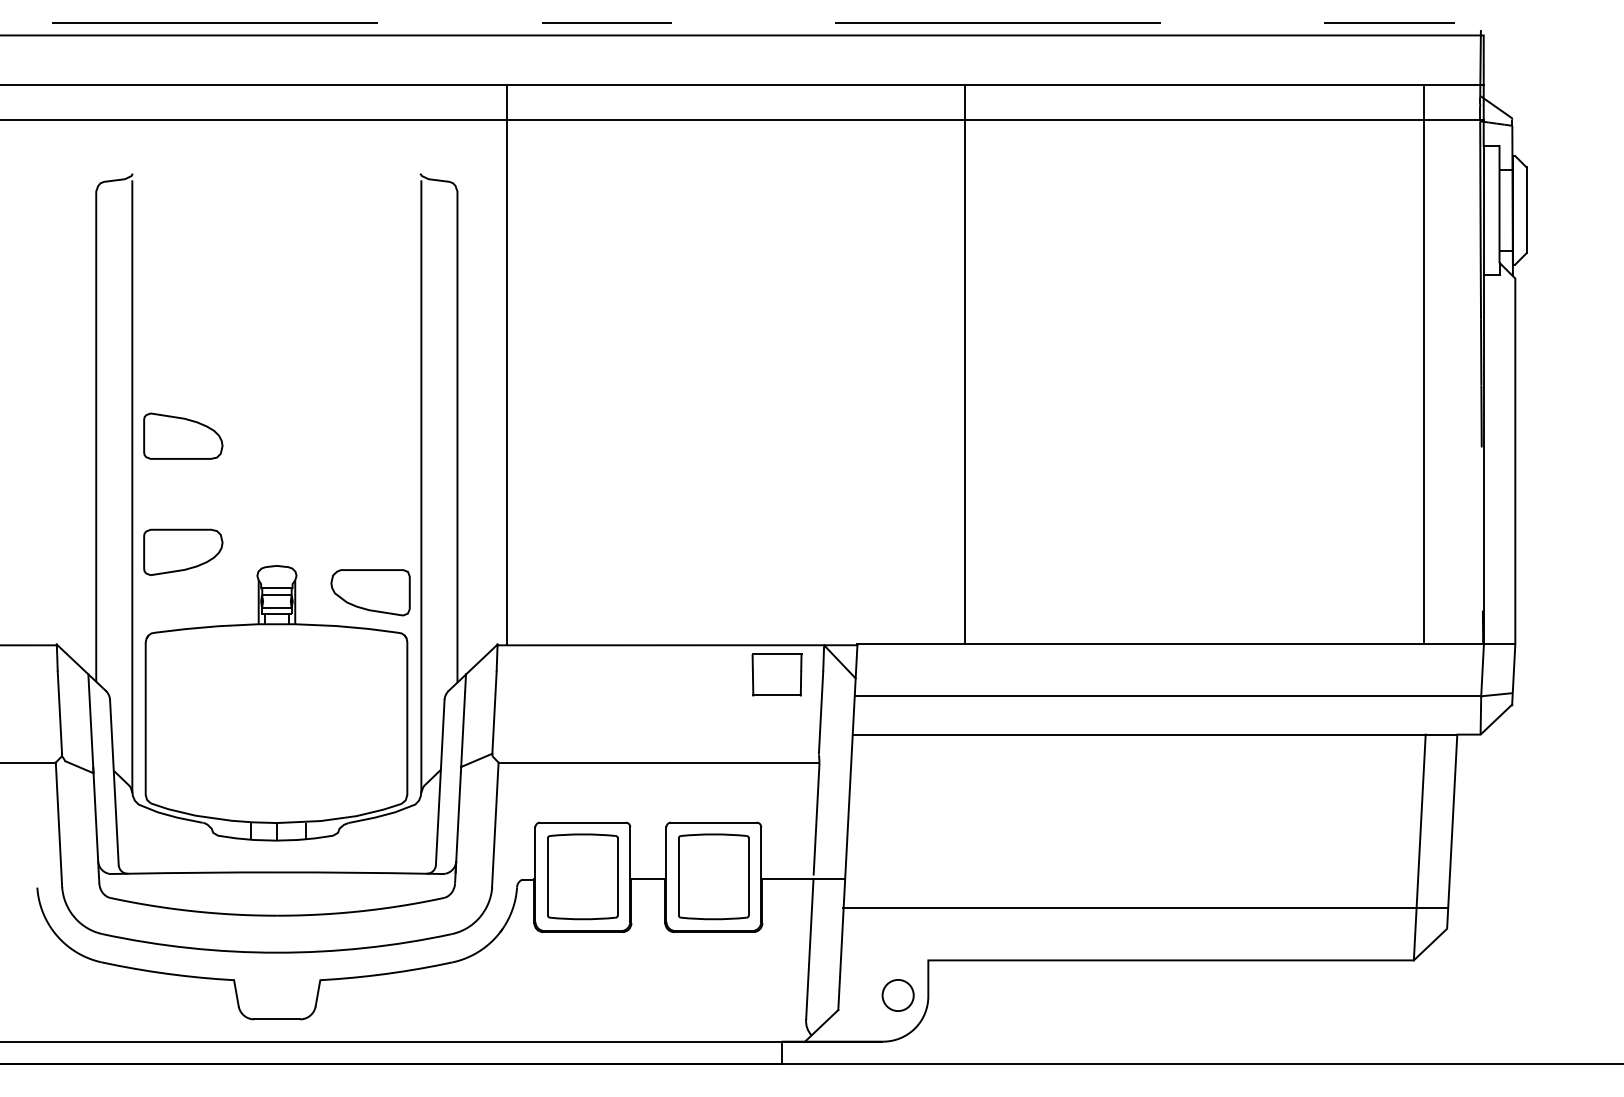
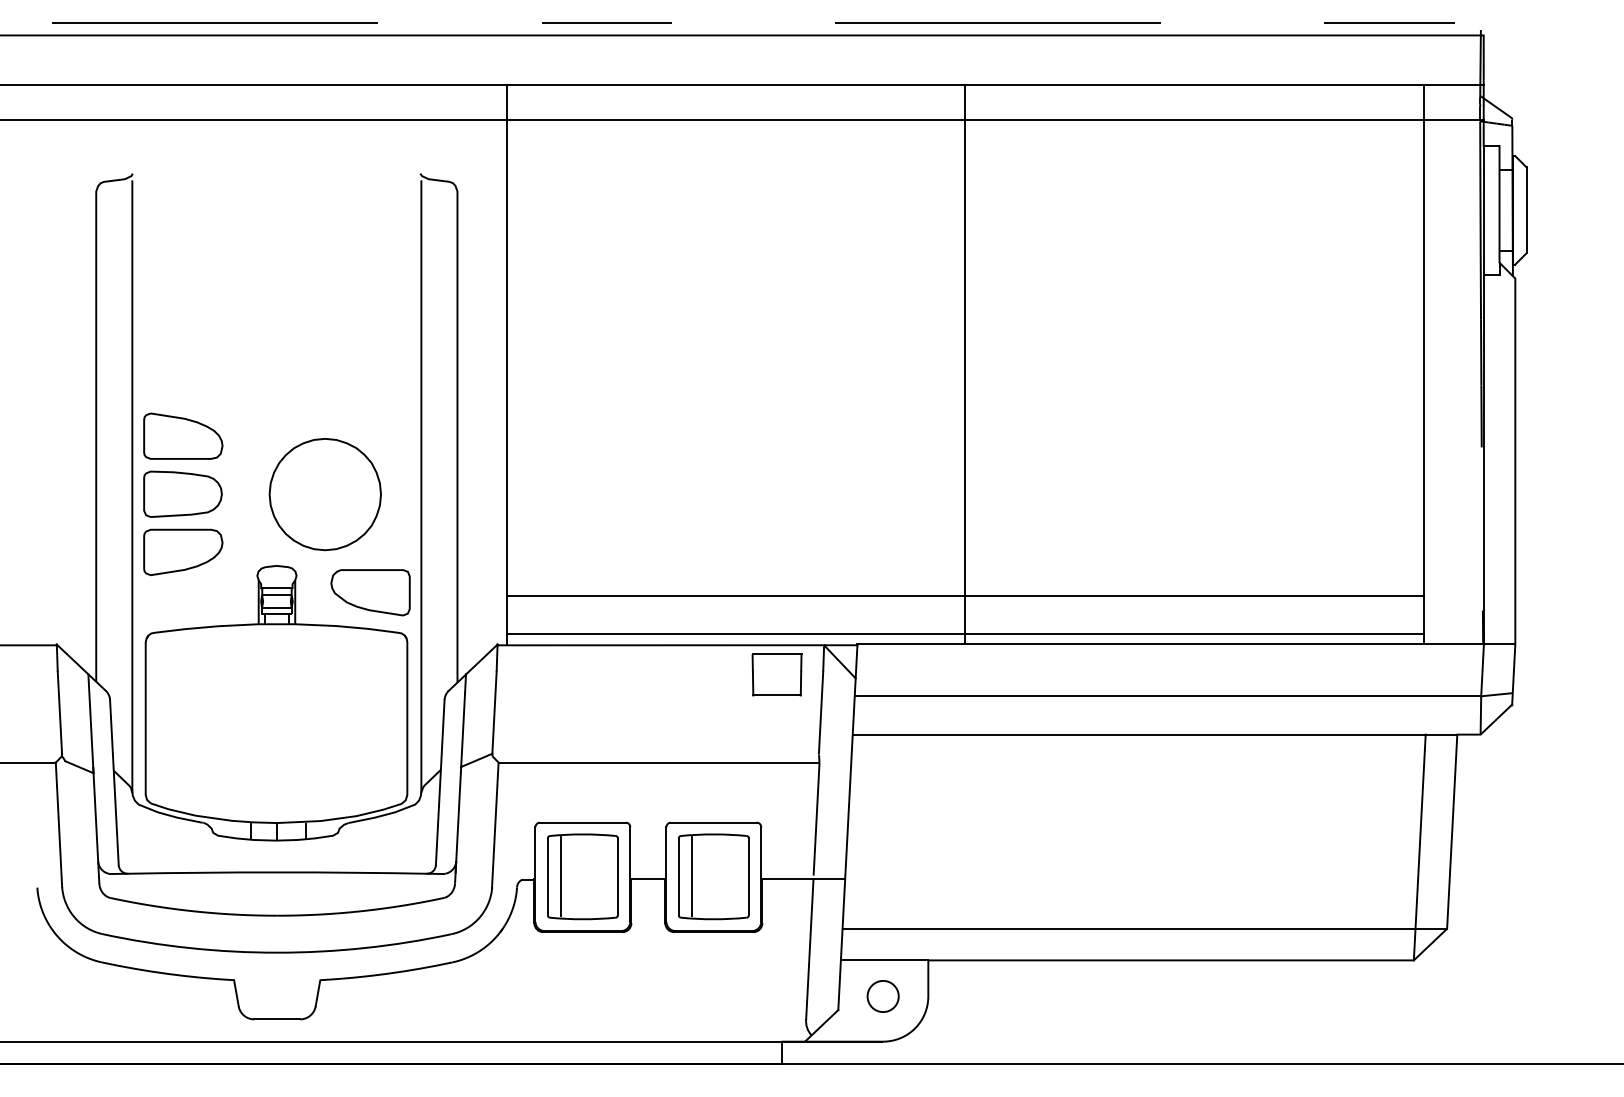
part at (182, 493): none -> present
part at (324, 494): none -> present
line at (965, 595): none -> present
line at (965, 634): none -> present
line at (561, 876): none -> present
line at (692, 876): none -> present
line at (1144, 907) position: (1144, 907) -> (1144, 928)
line at (884, 960): none -> present
circle at (897, 995) position: (897, 995) -> (882, 996)
